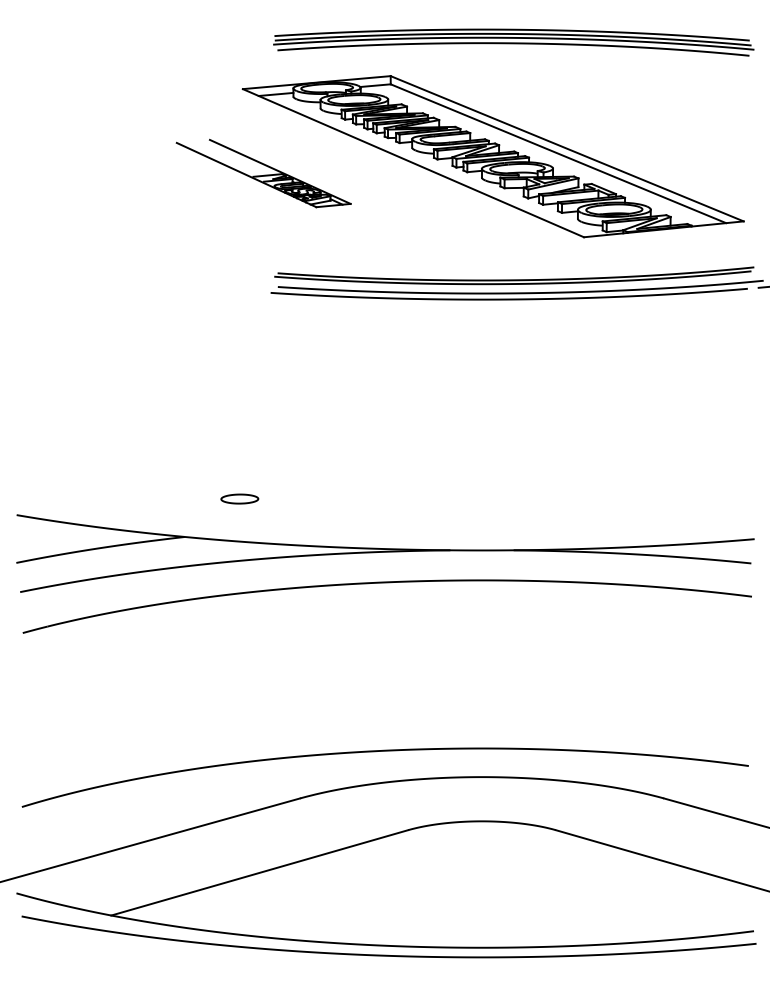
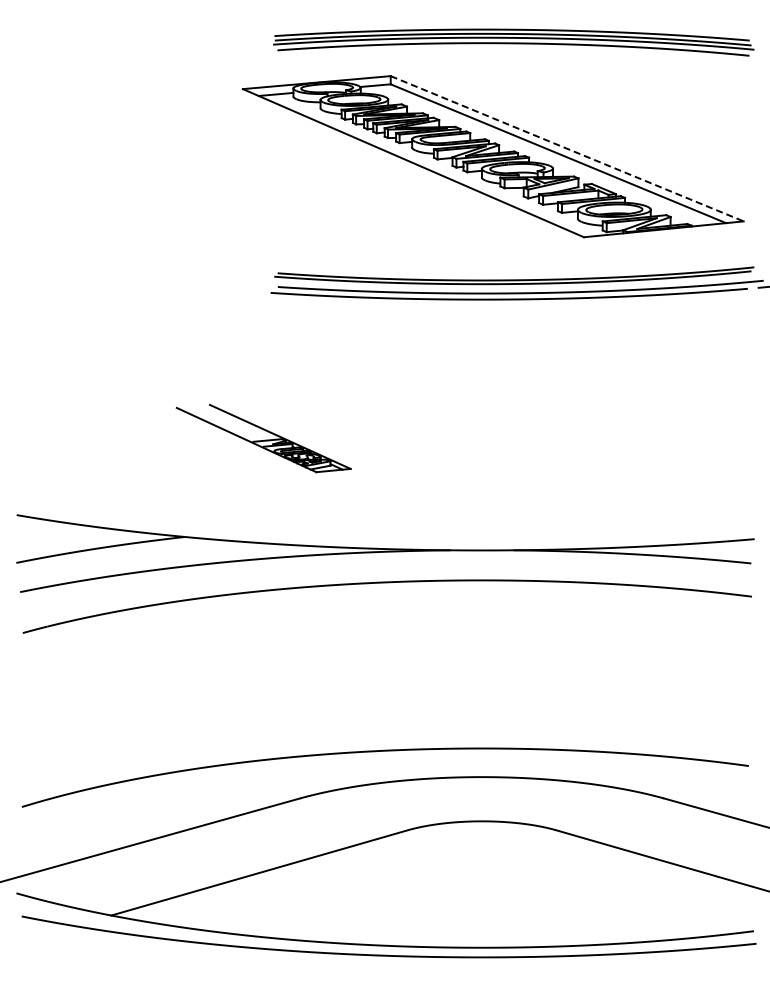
line at (567, 148): solid -> dashed
part at (263, 173) position: (263, 173) -> (263, 438)
part at (239, 498): present -> none
